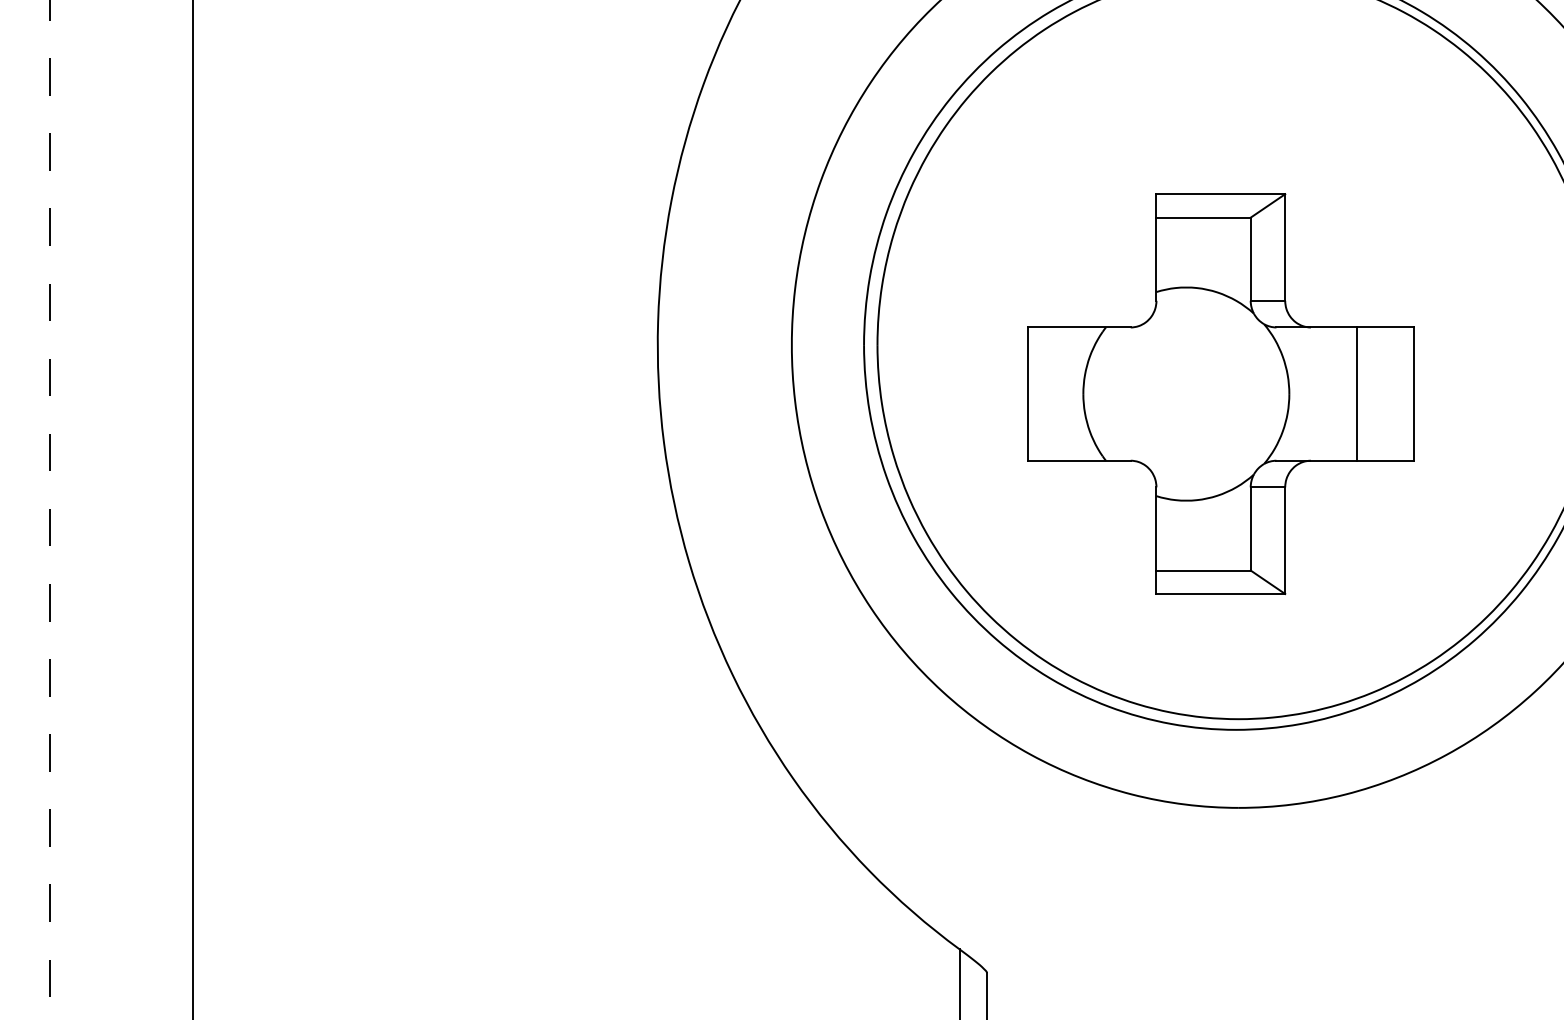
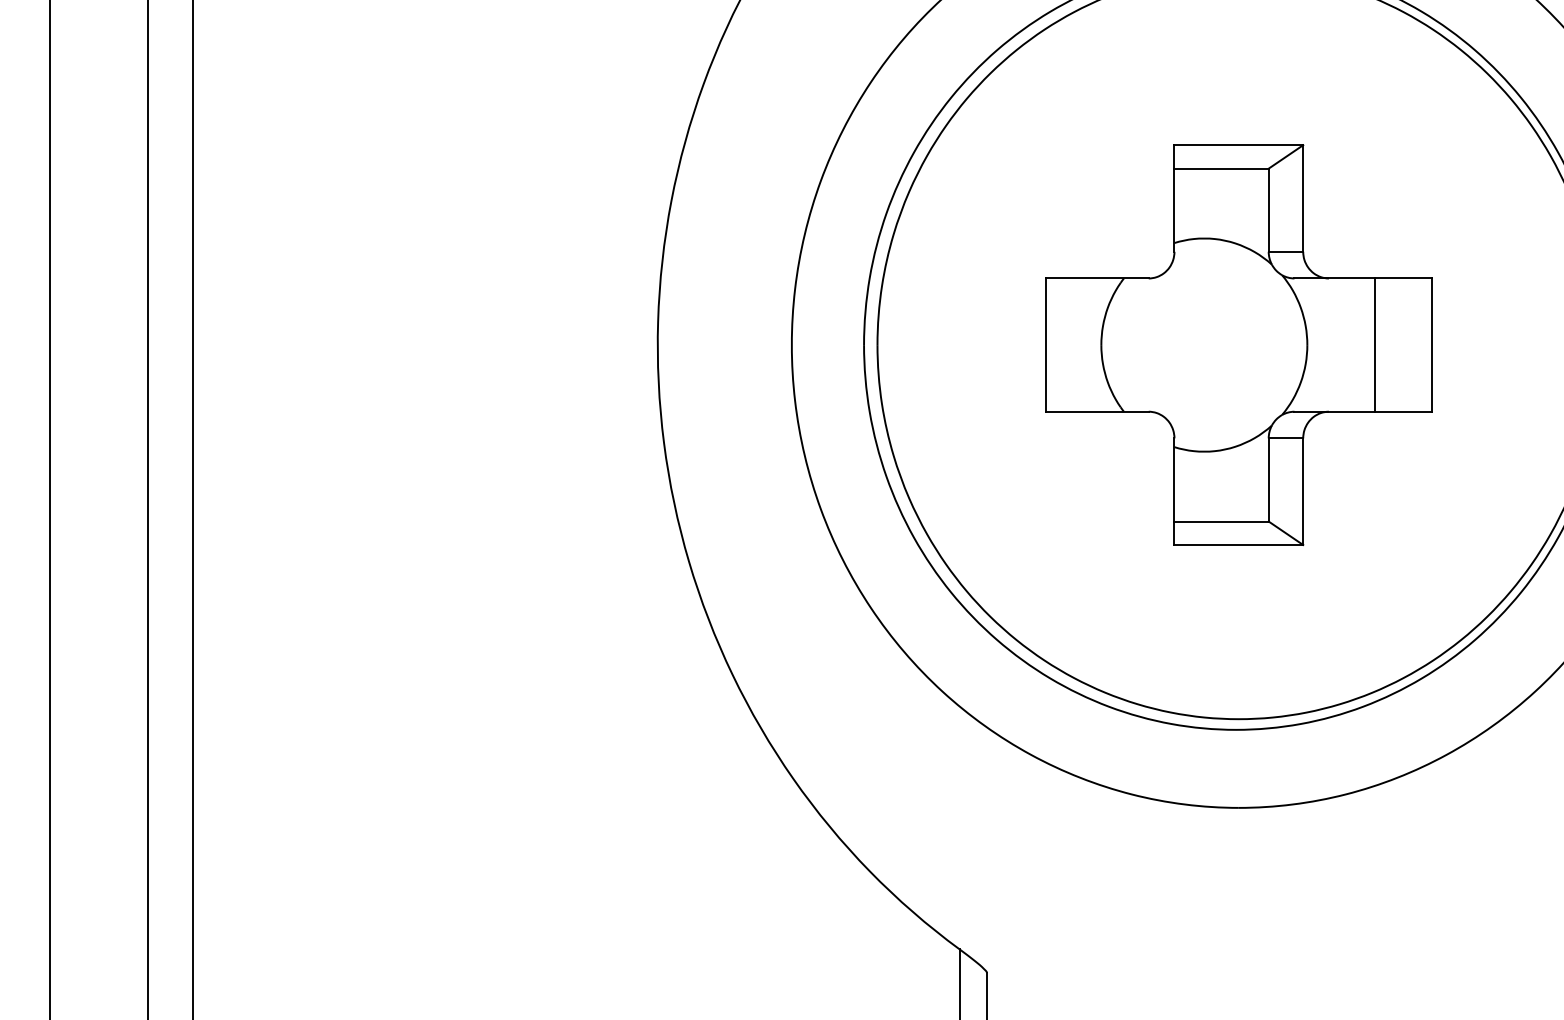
part at (1220, 394) position: (1220, 394) -> (1238, 345)
line at (147, 509): none -> present
line at (49, 510): dashed -> solid
